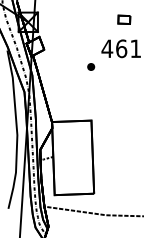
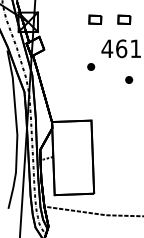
part at (95, 19): none -> present
part at (129, 79): none -> present
